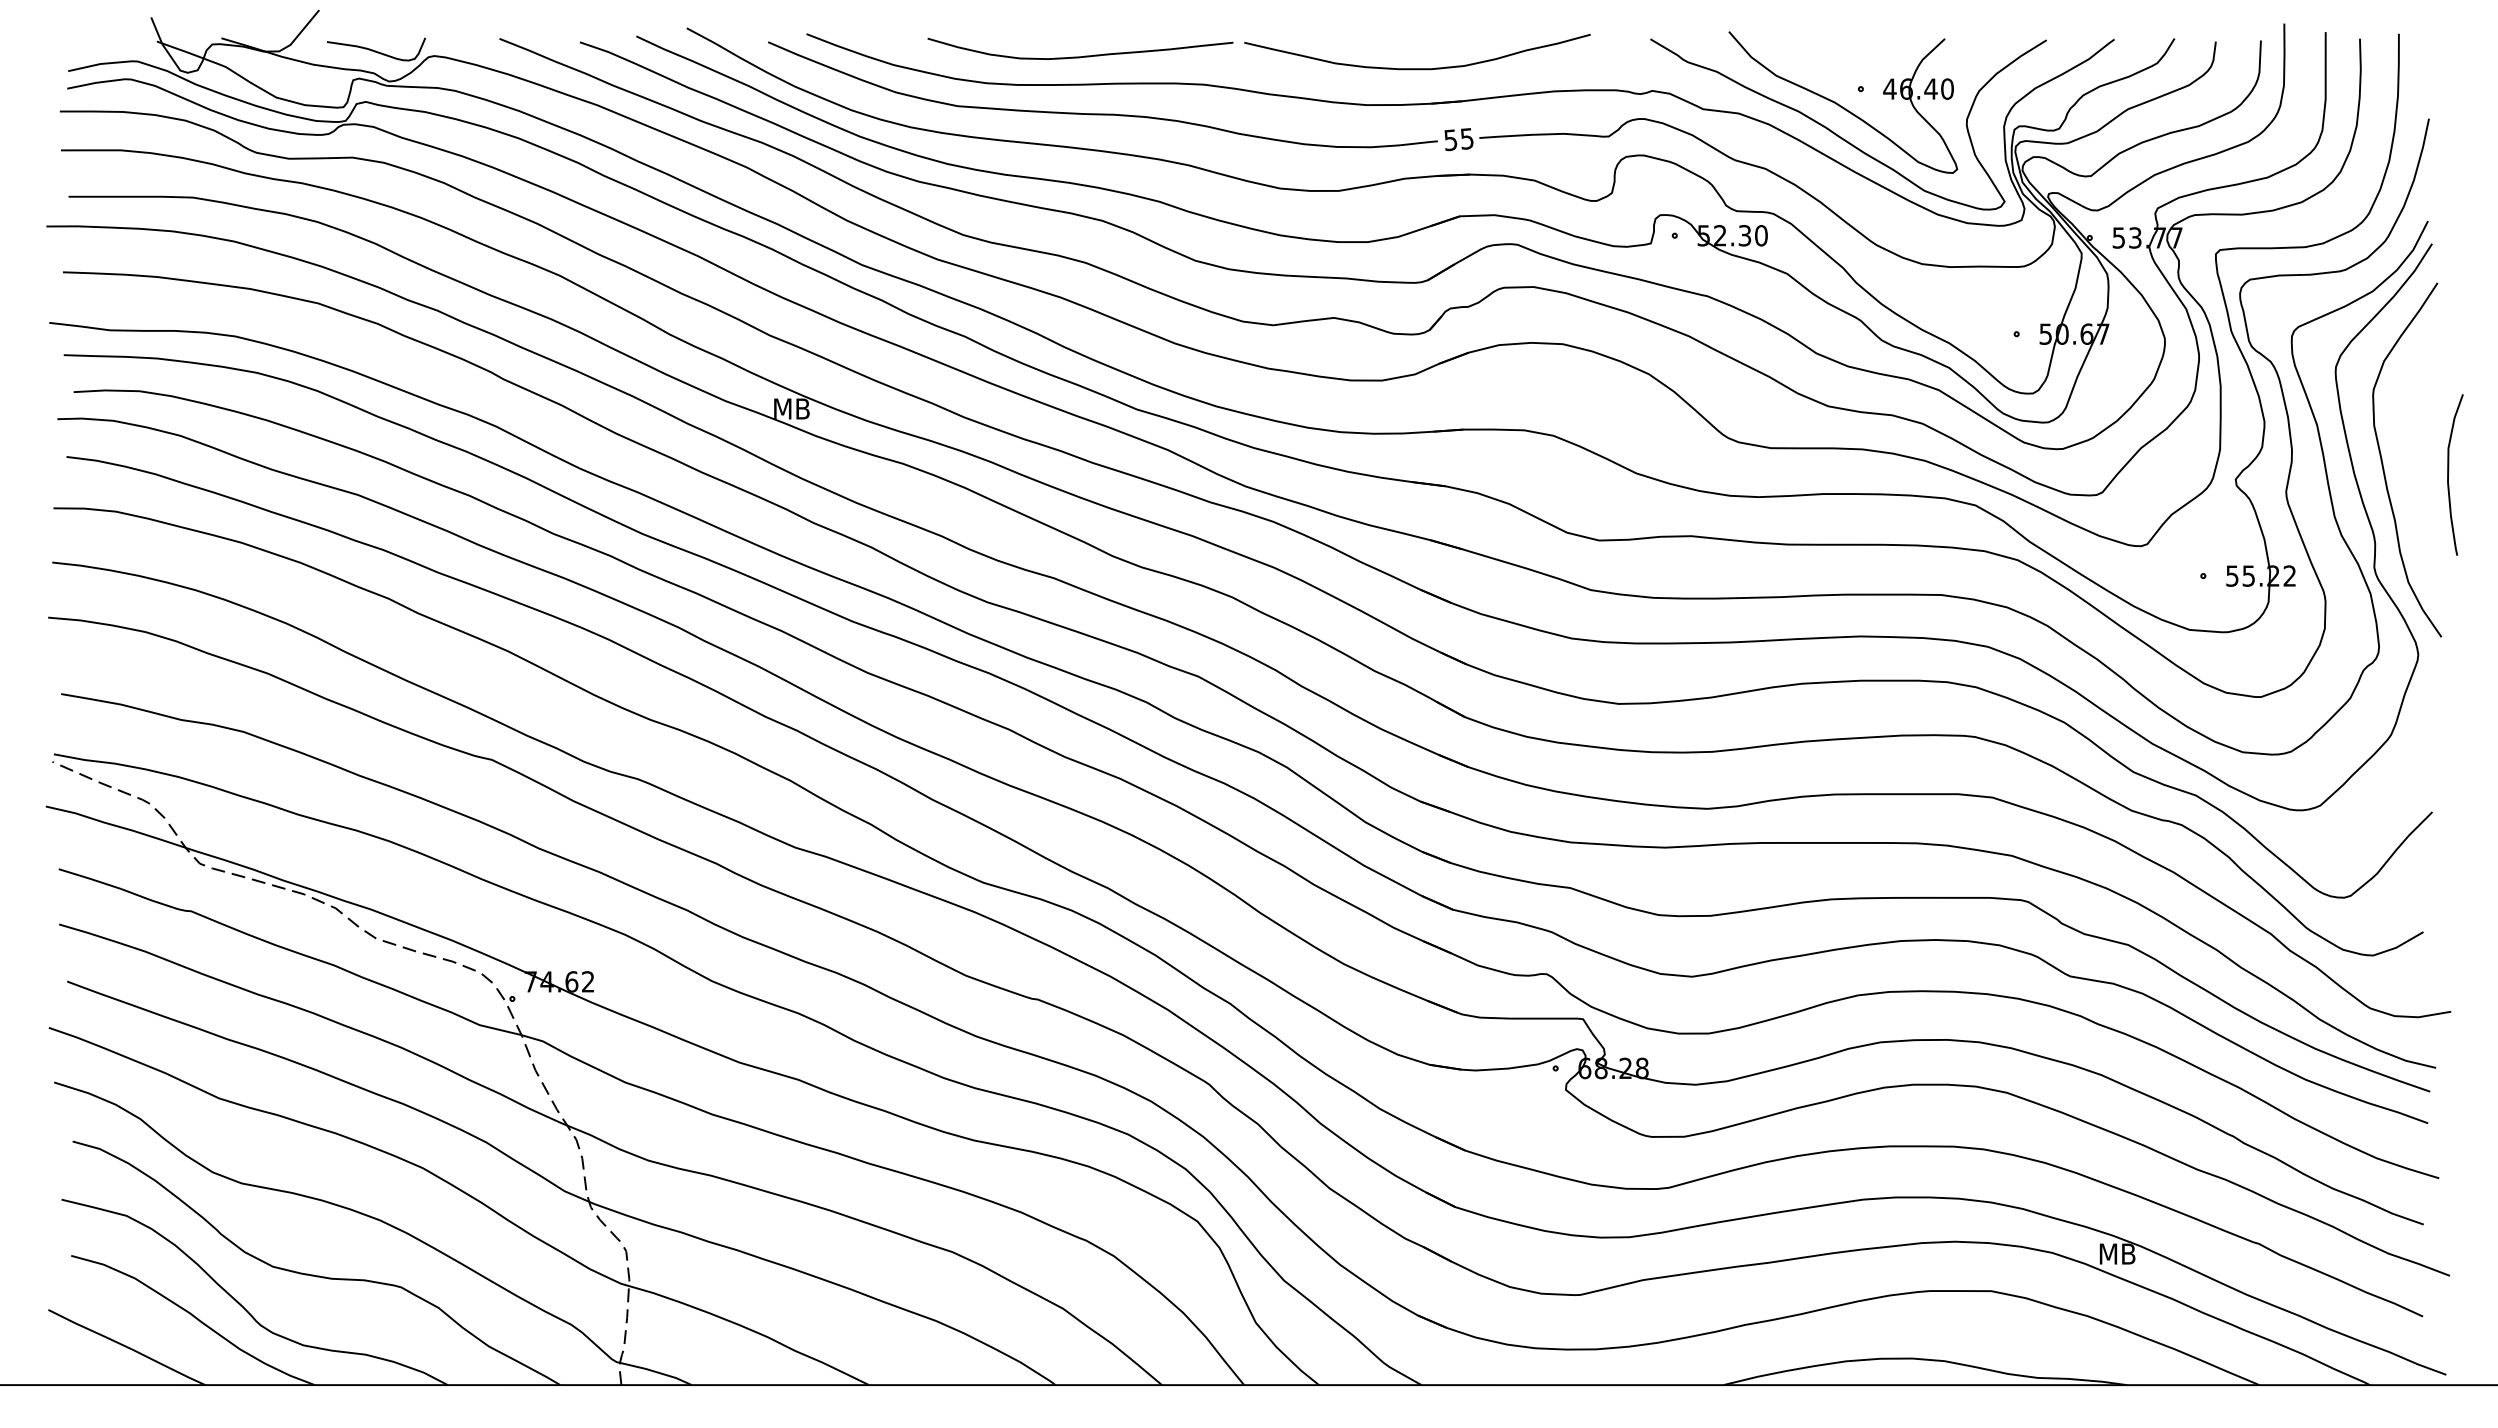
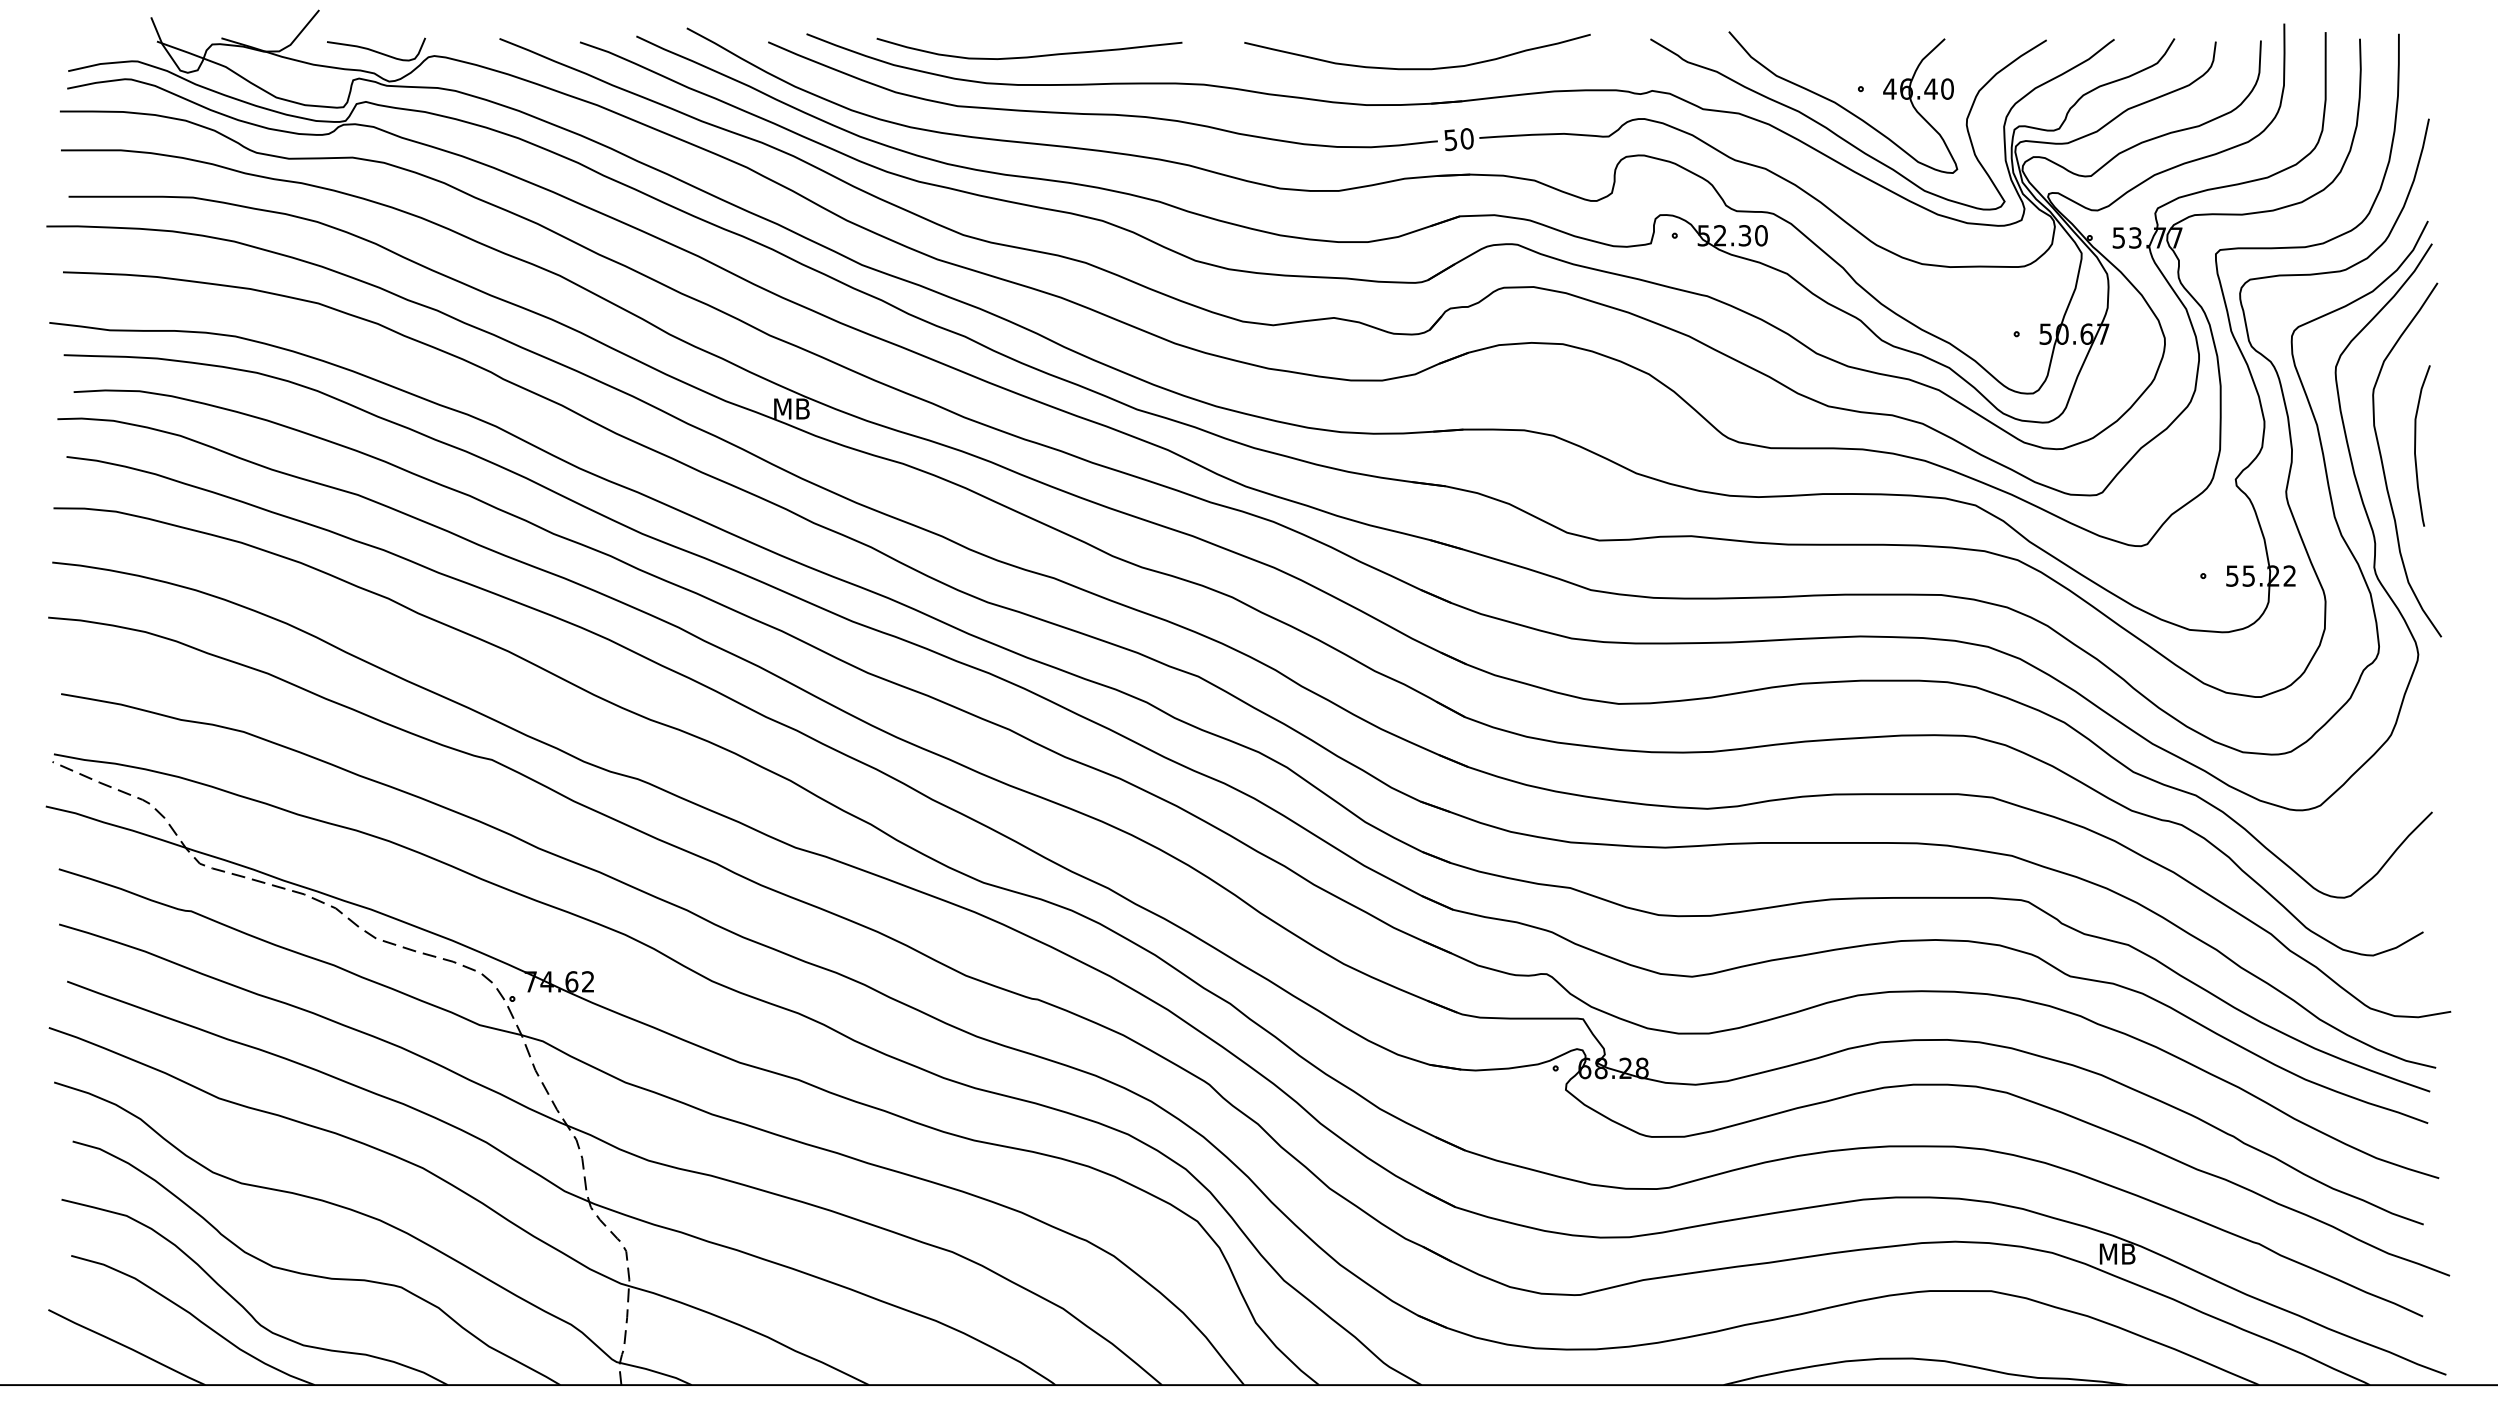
curve at (1080, 56) position: (1080, 56) -> (1029, 56)
text at (1466, 138): 55 -> 50
curve at (2449, 471) position: (2449, 471) -> (2416, 442)
